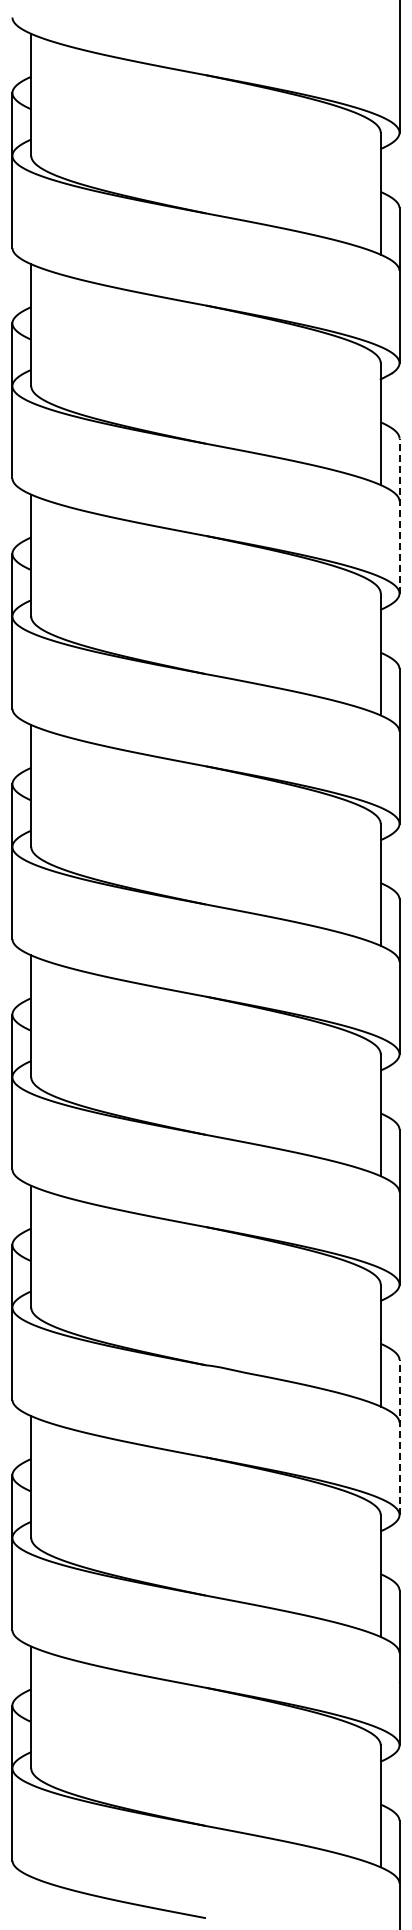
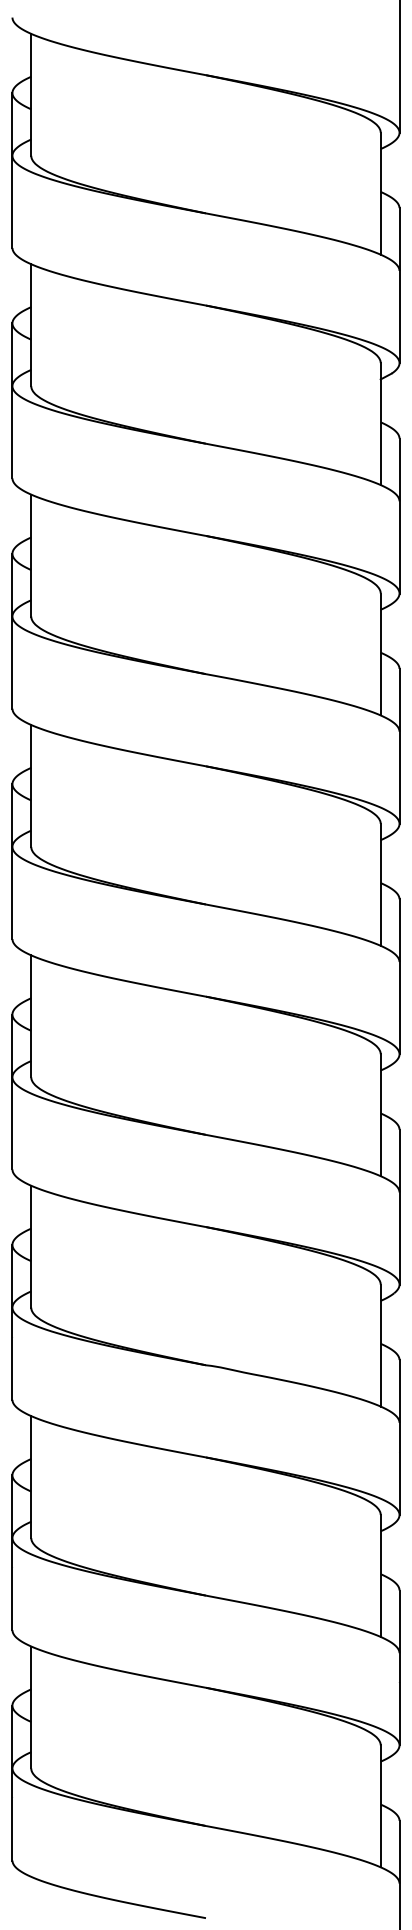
line at (399, 515): dashed -> solid
line at (399, 1437): dashed -> solid
